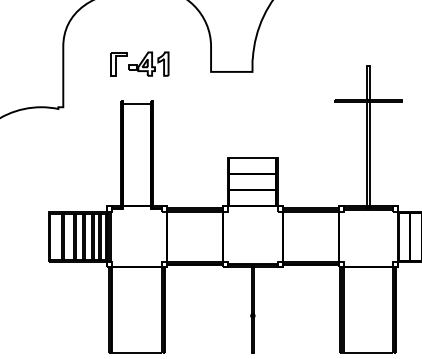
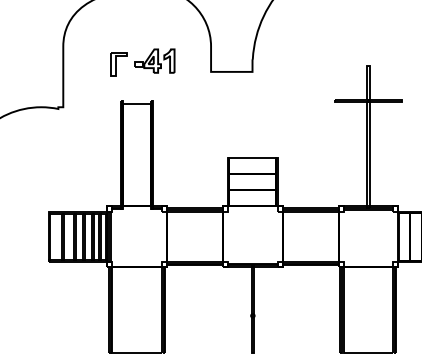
part at (148, 63) position: (148, 63) -> (154, 60)
